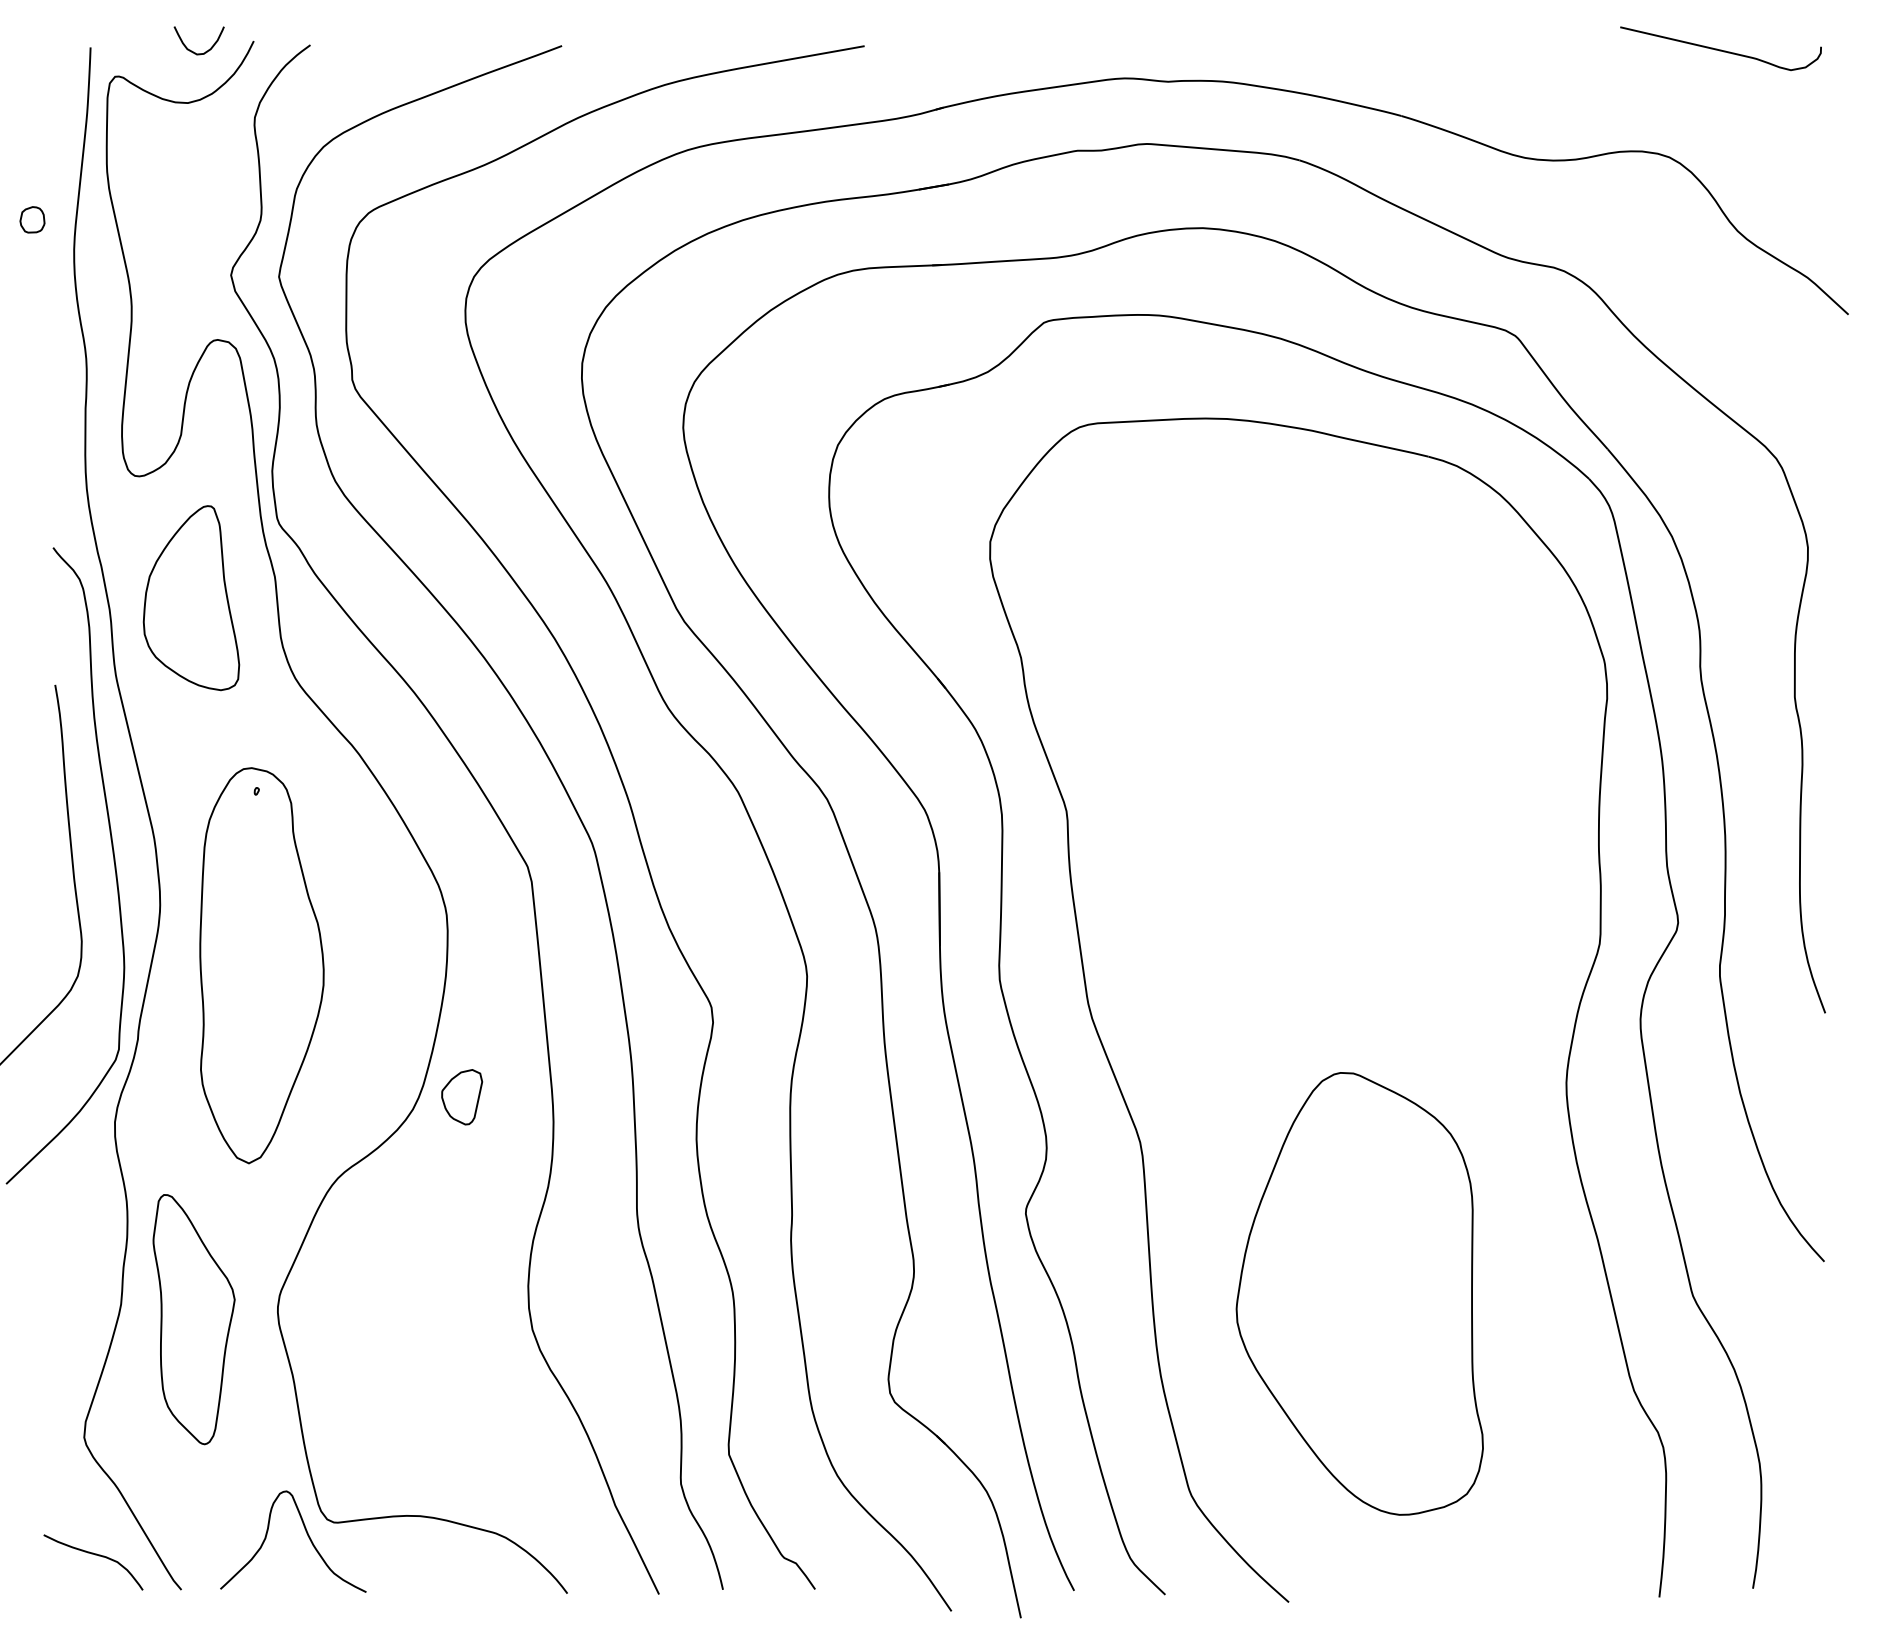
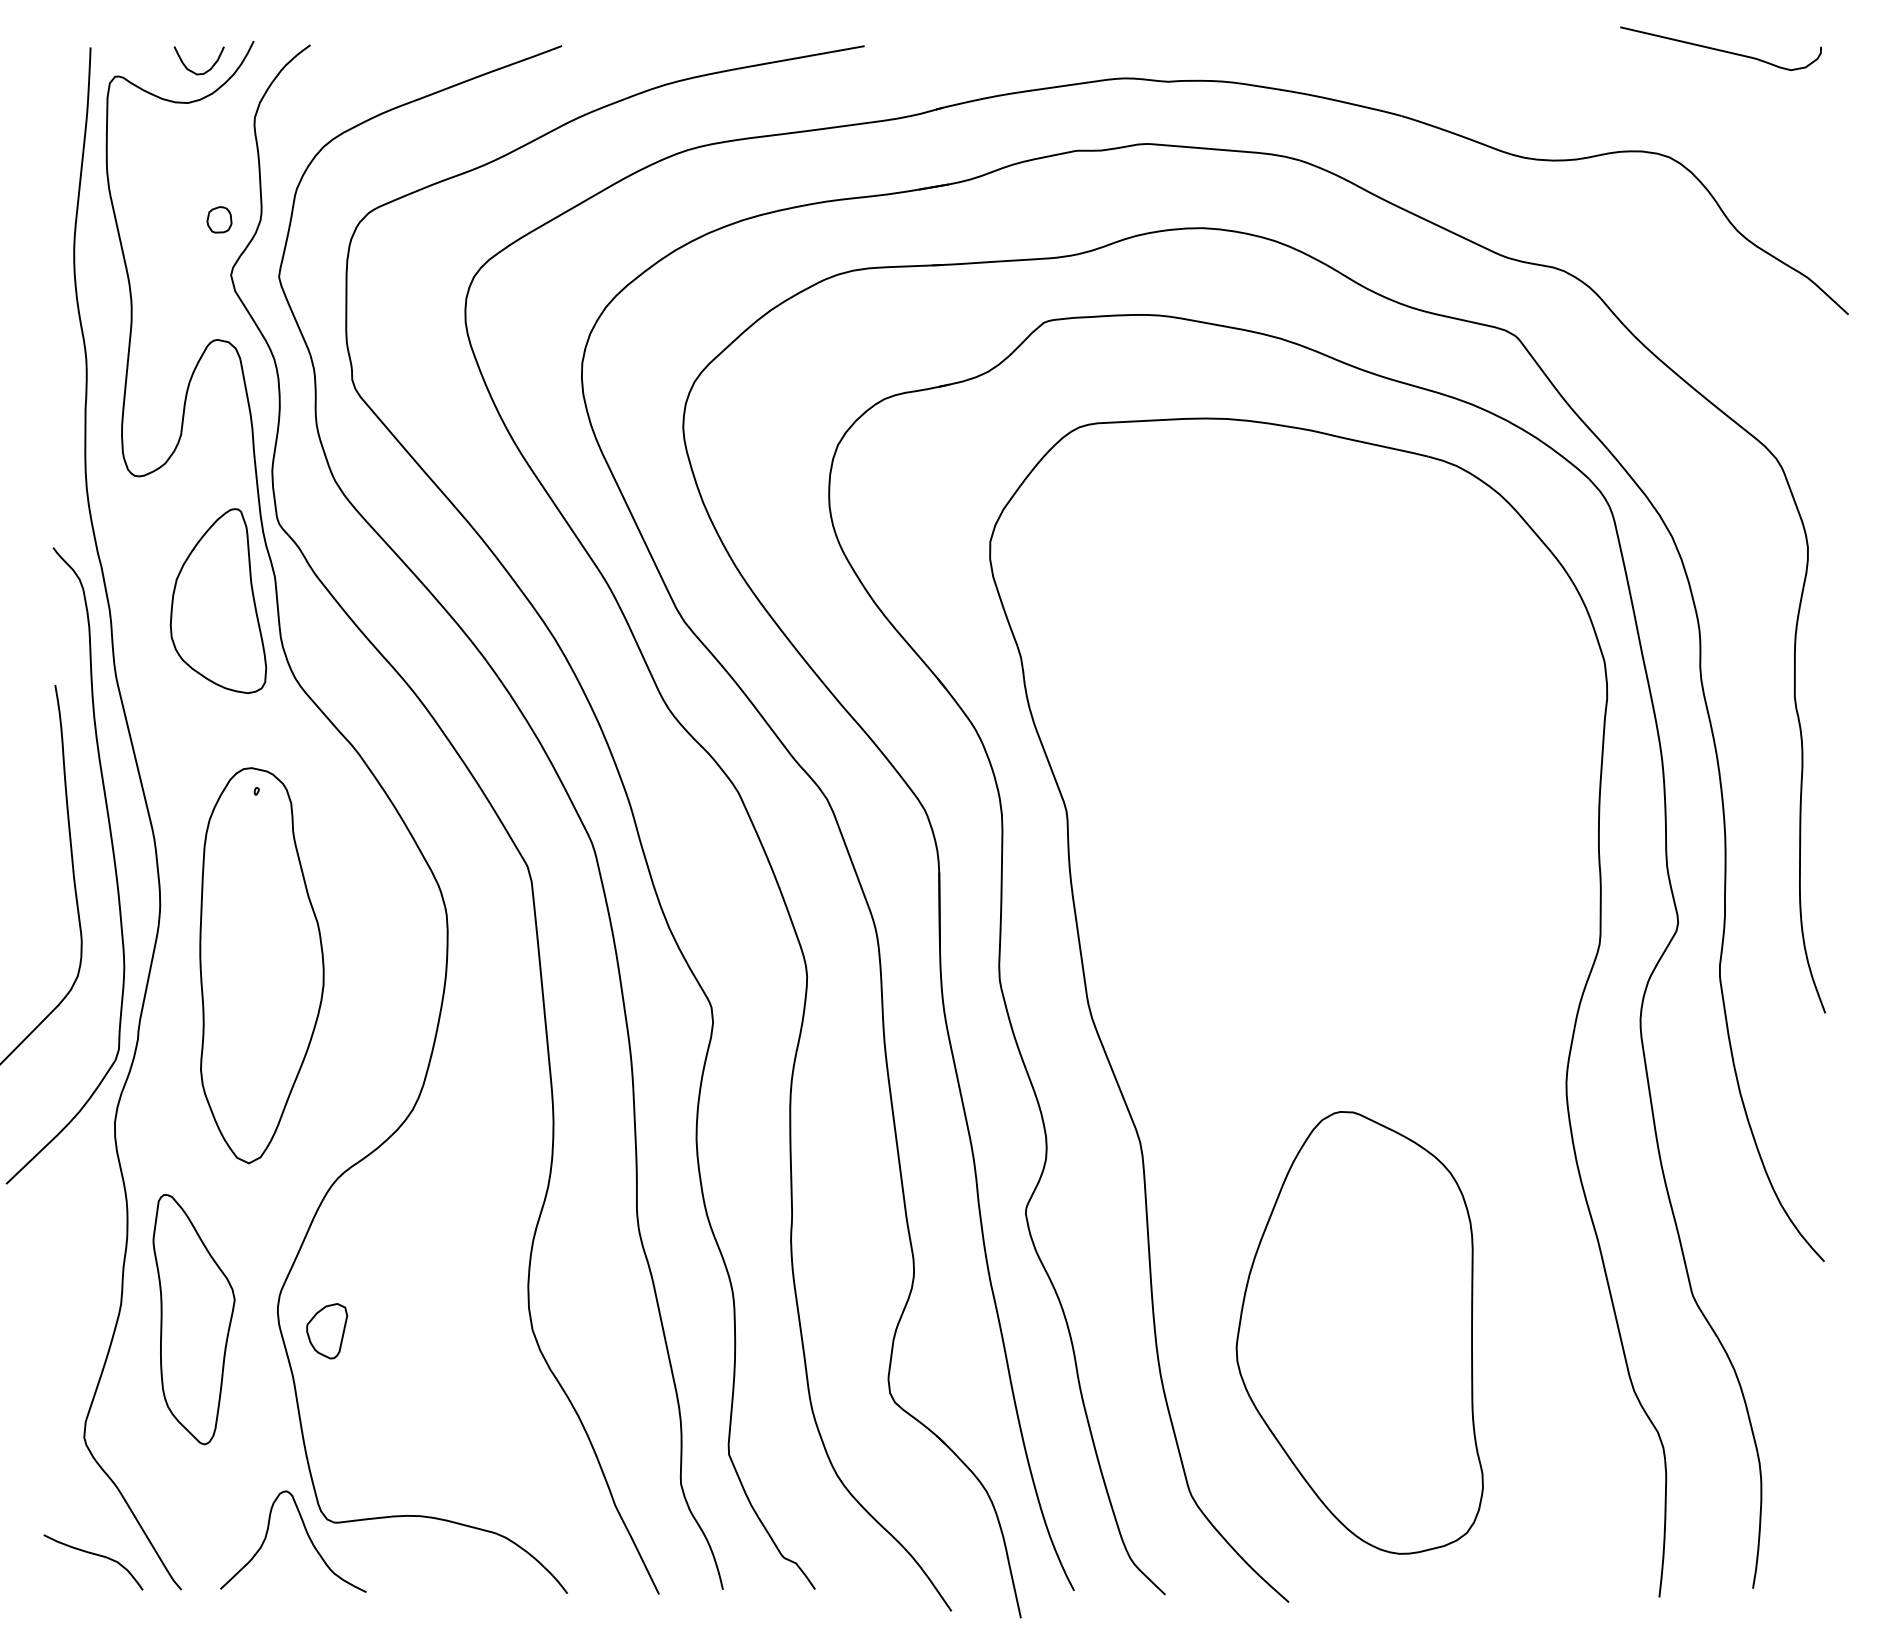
curve at (192, 50) position: (192, 50) -> (192, 70)
part at (32, 219) position: (32, 219) -> (219, 219)
part at (191, 598) position: (191, 598) -> (218, 601)
part at (462, 1097) position: (462, 1097) -> (327, 1331)
part at (1359, 1293) position: (1359, 1293) -> (1359, 1332)
